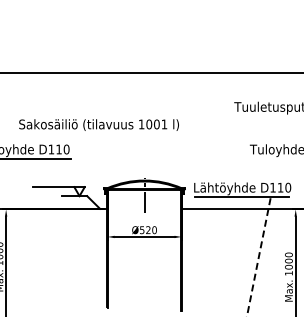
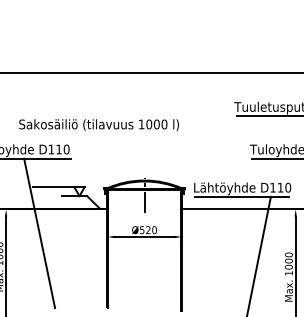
line at (268, 116): none -> present
text at (164, 124): 1001 -> 1000
line at (276, 158): none -> present
line at (39, 233): none -> present
line at (258, 256): dashed -> solid
